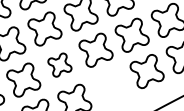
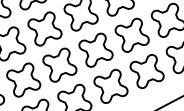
part at (59, 64) size: 26x26 px -> 36x36 px
part at (110, 85): none -> present
